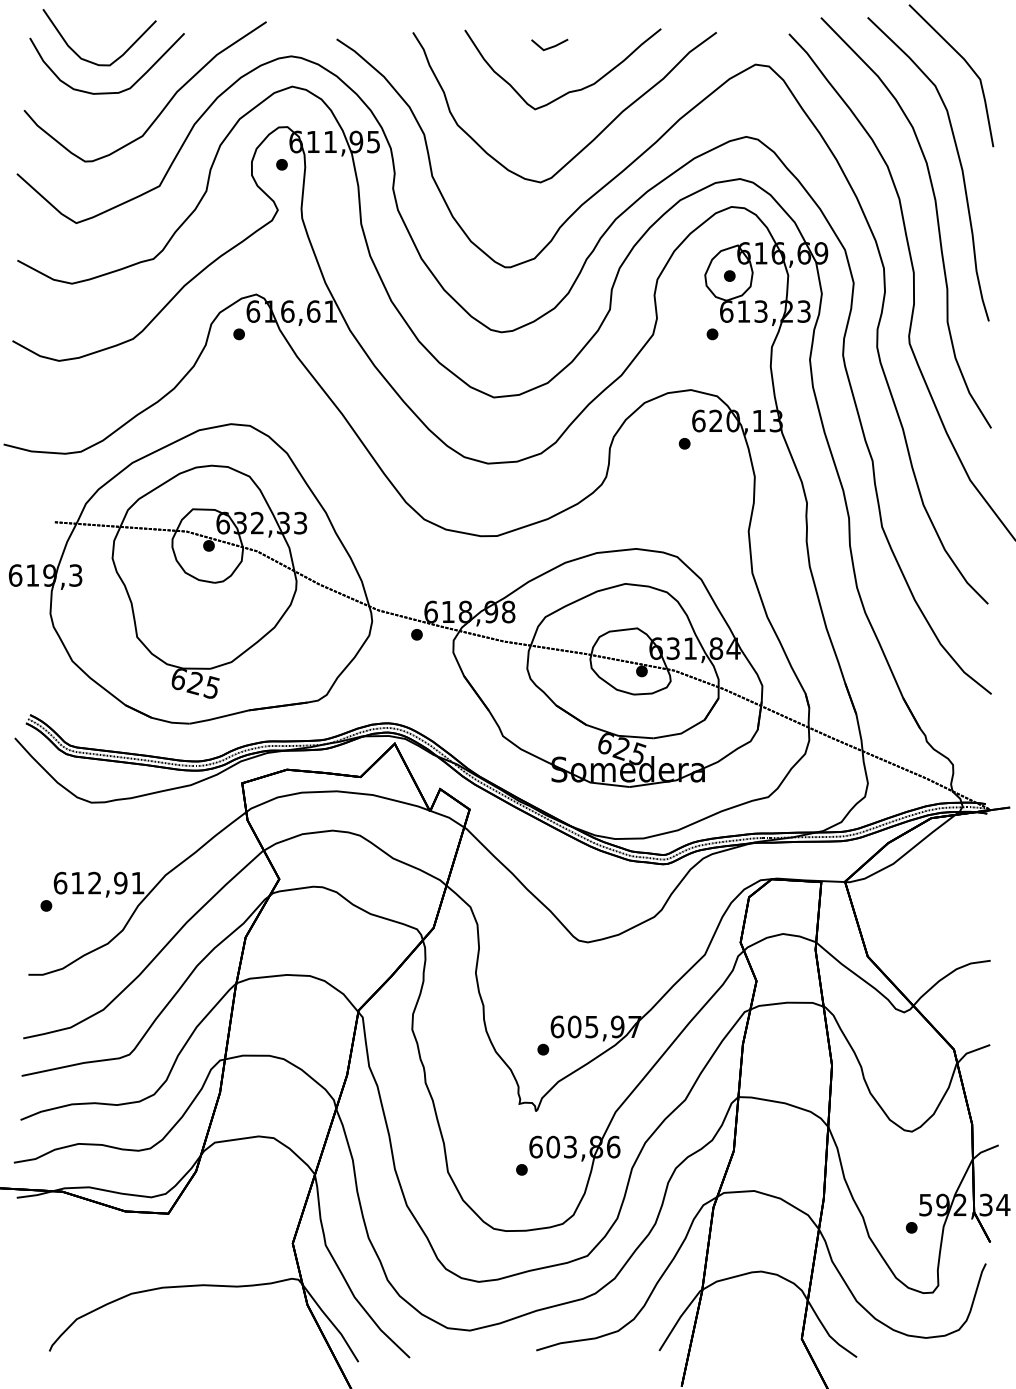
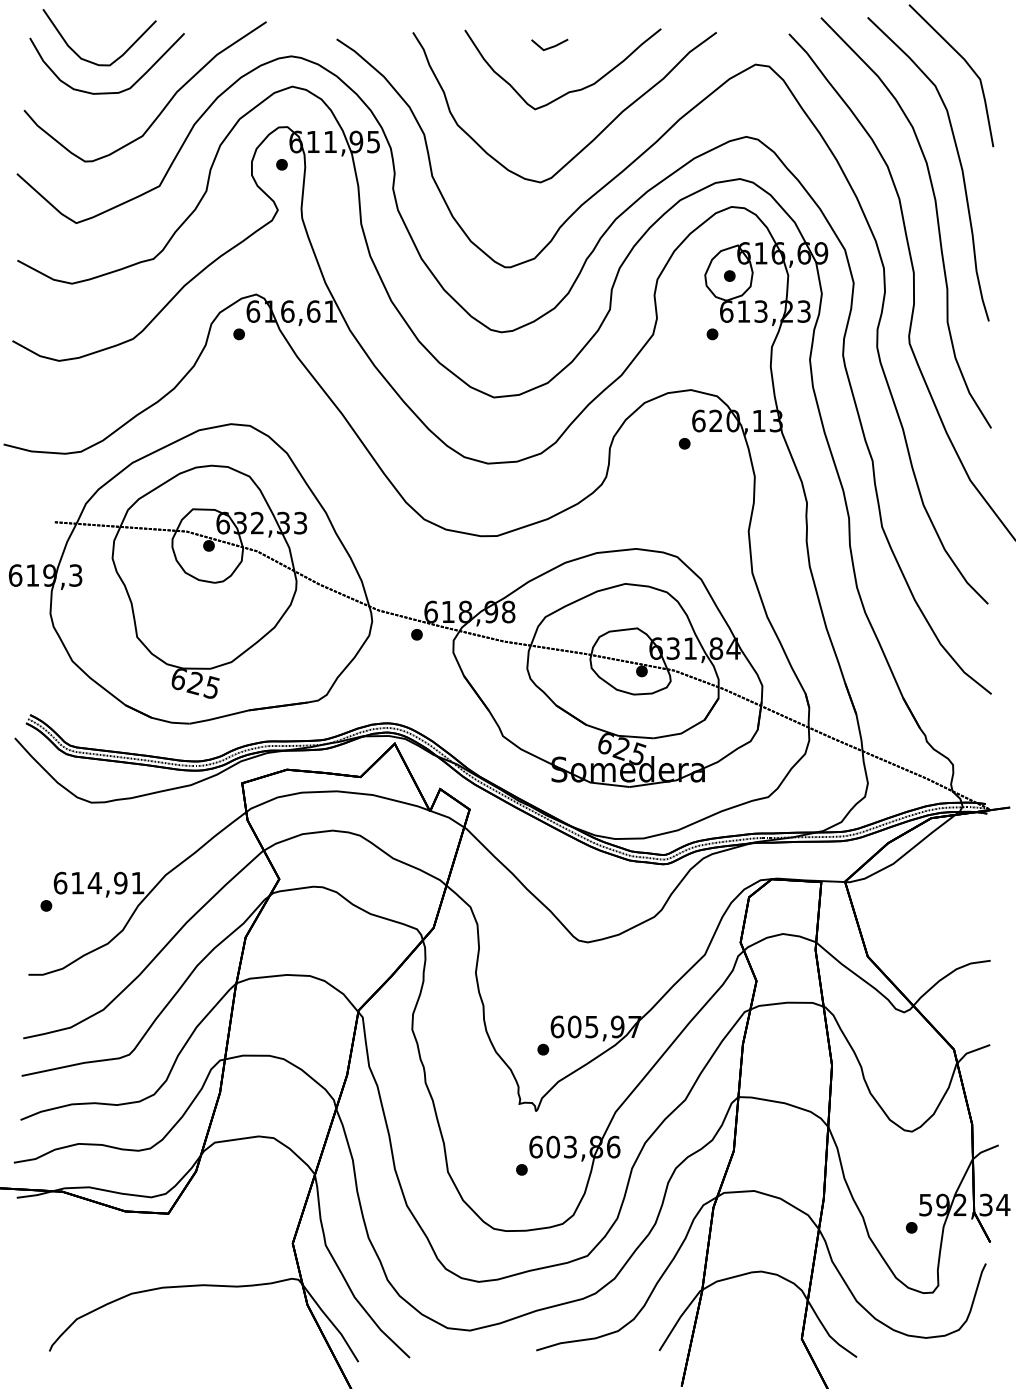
text at (94, 882): 612,91 -> 614,91
